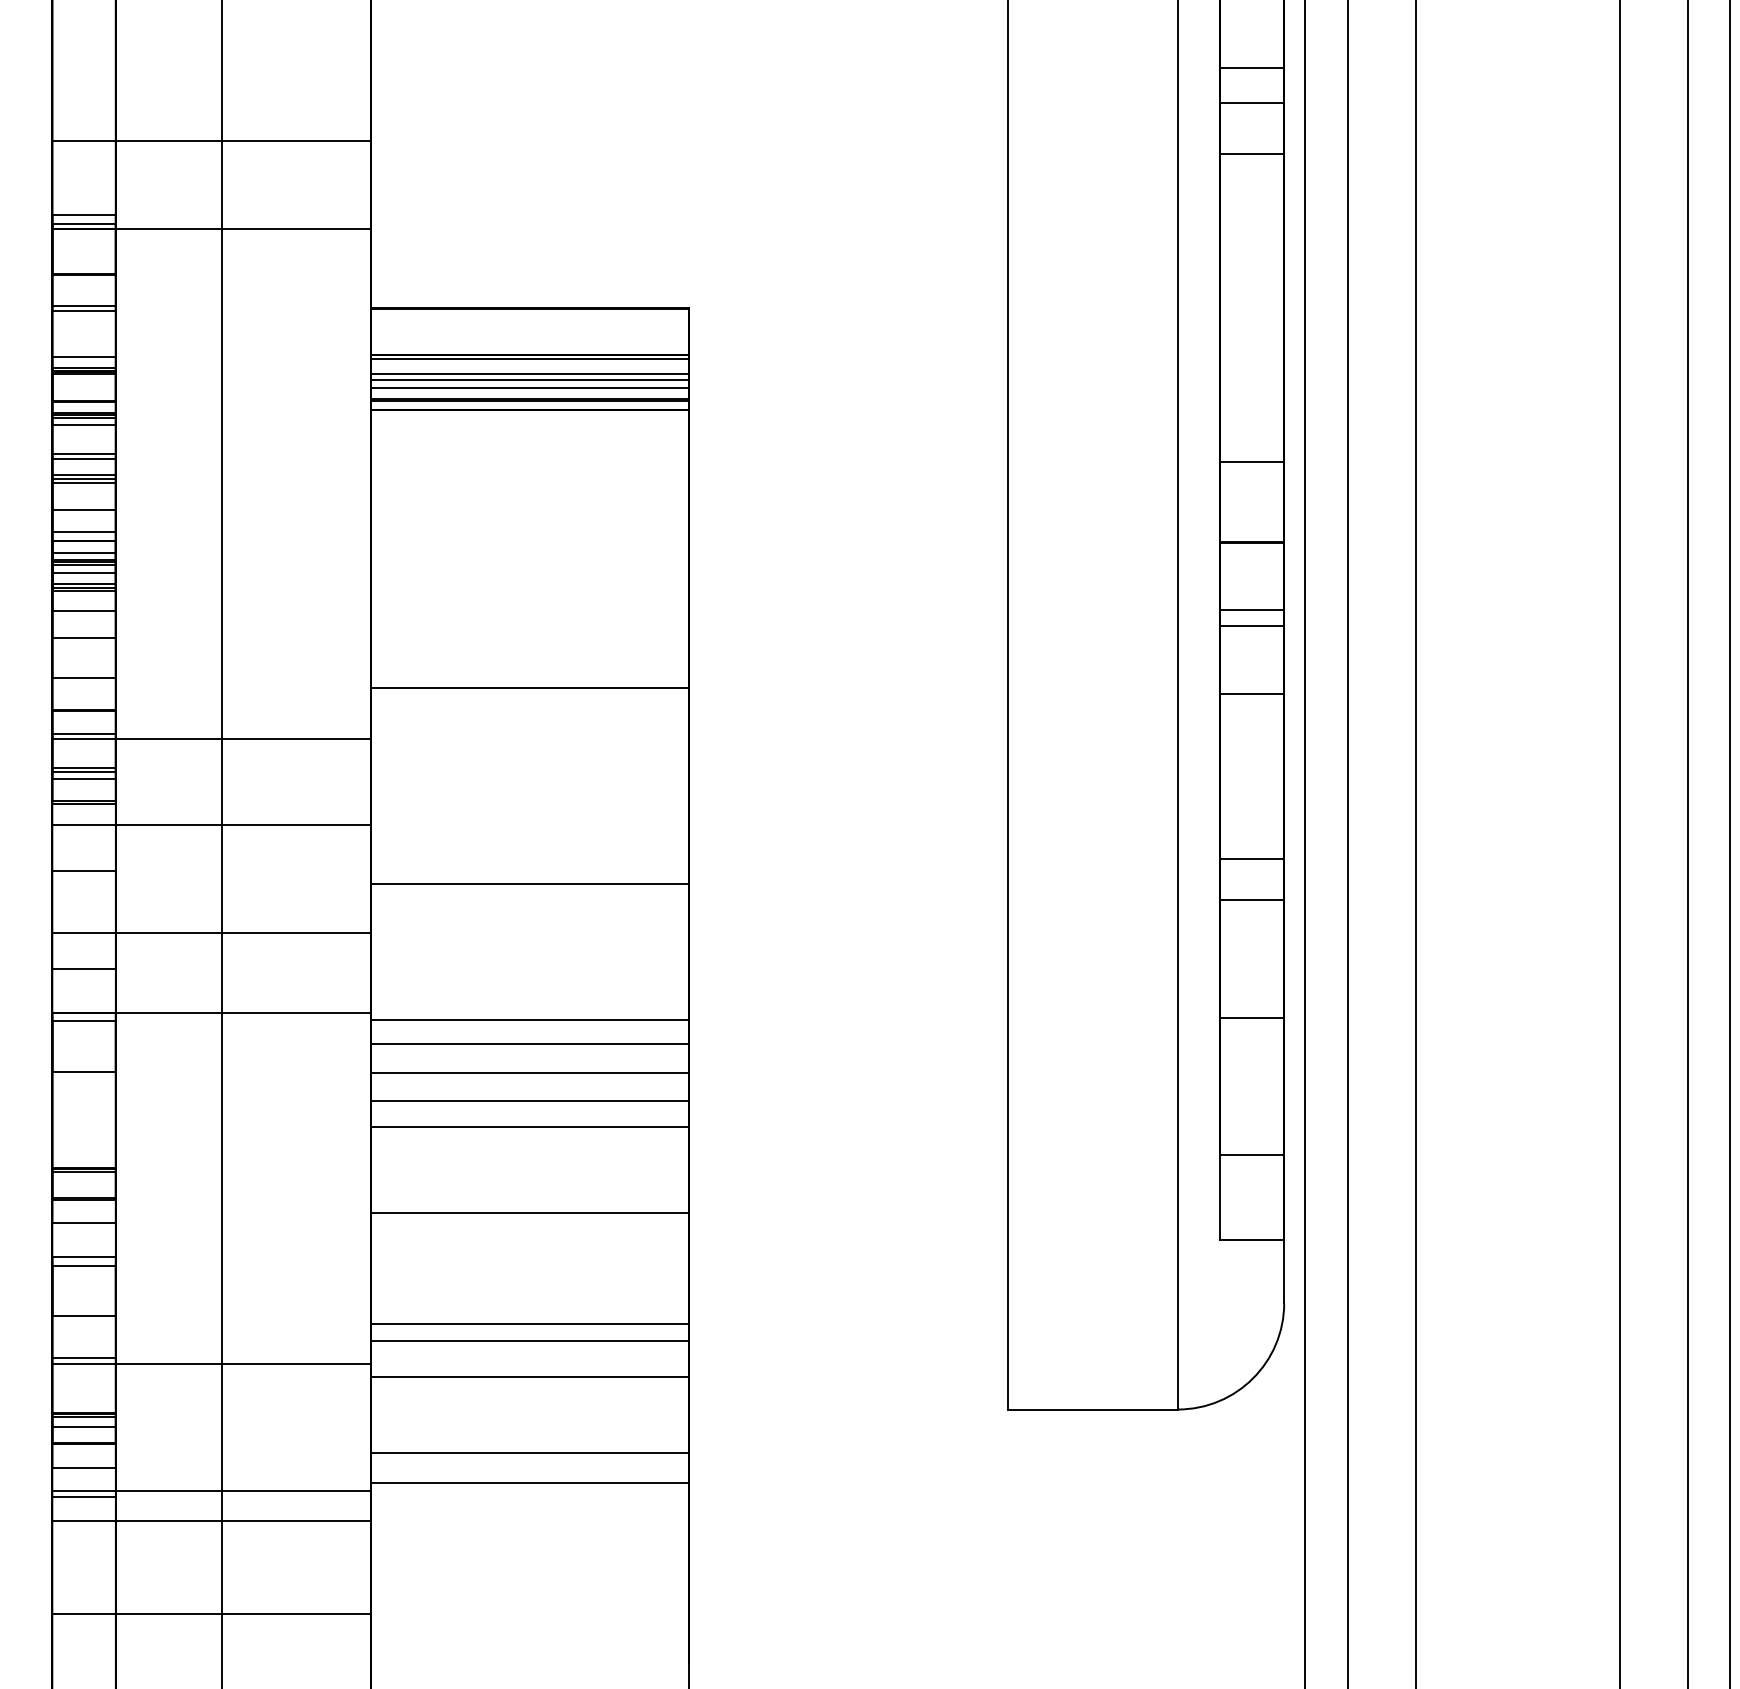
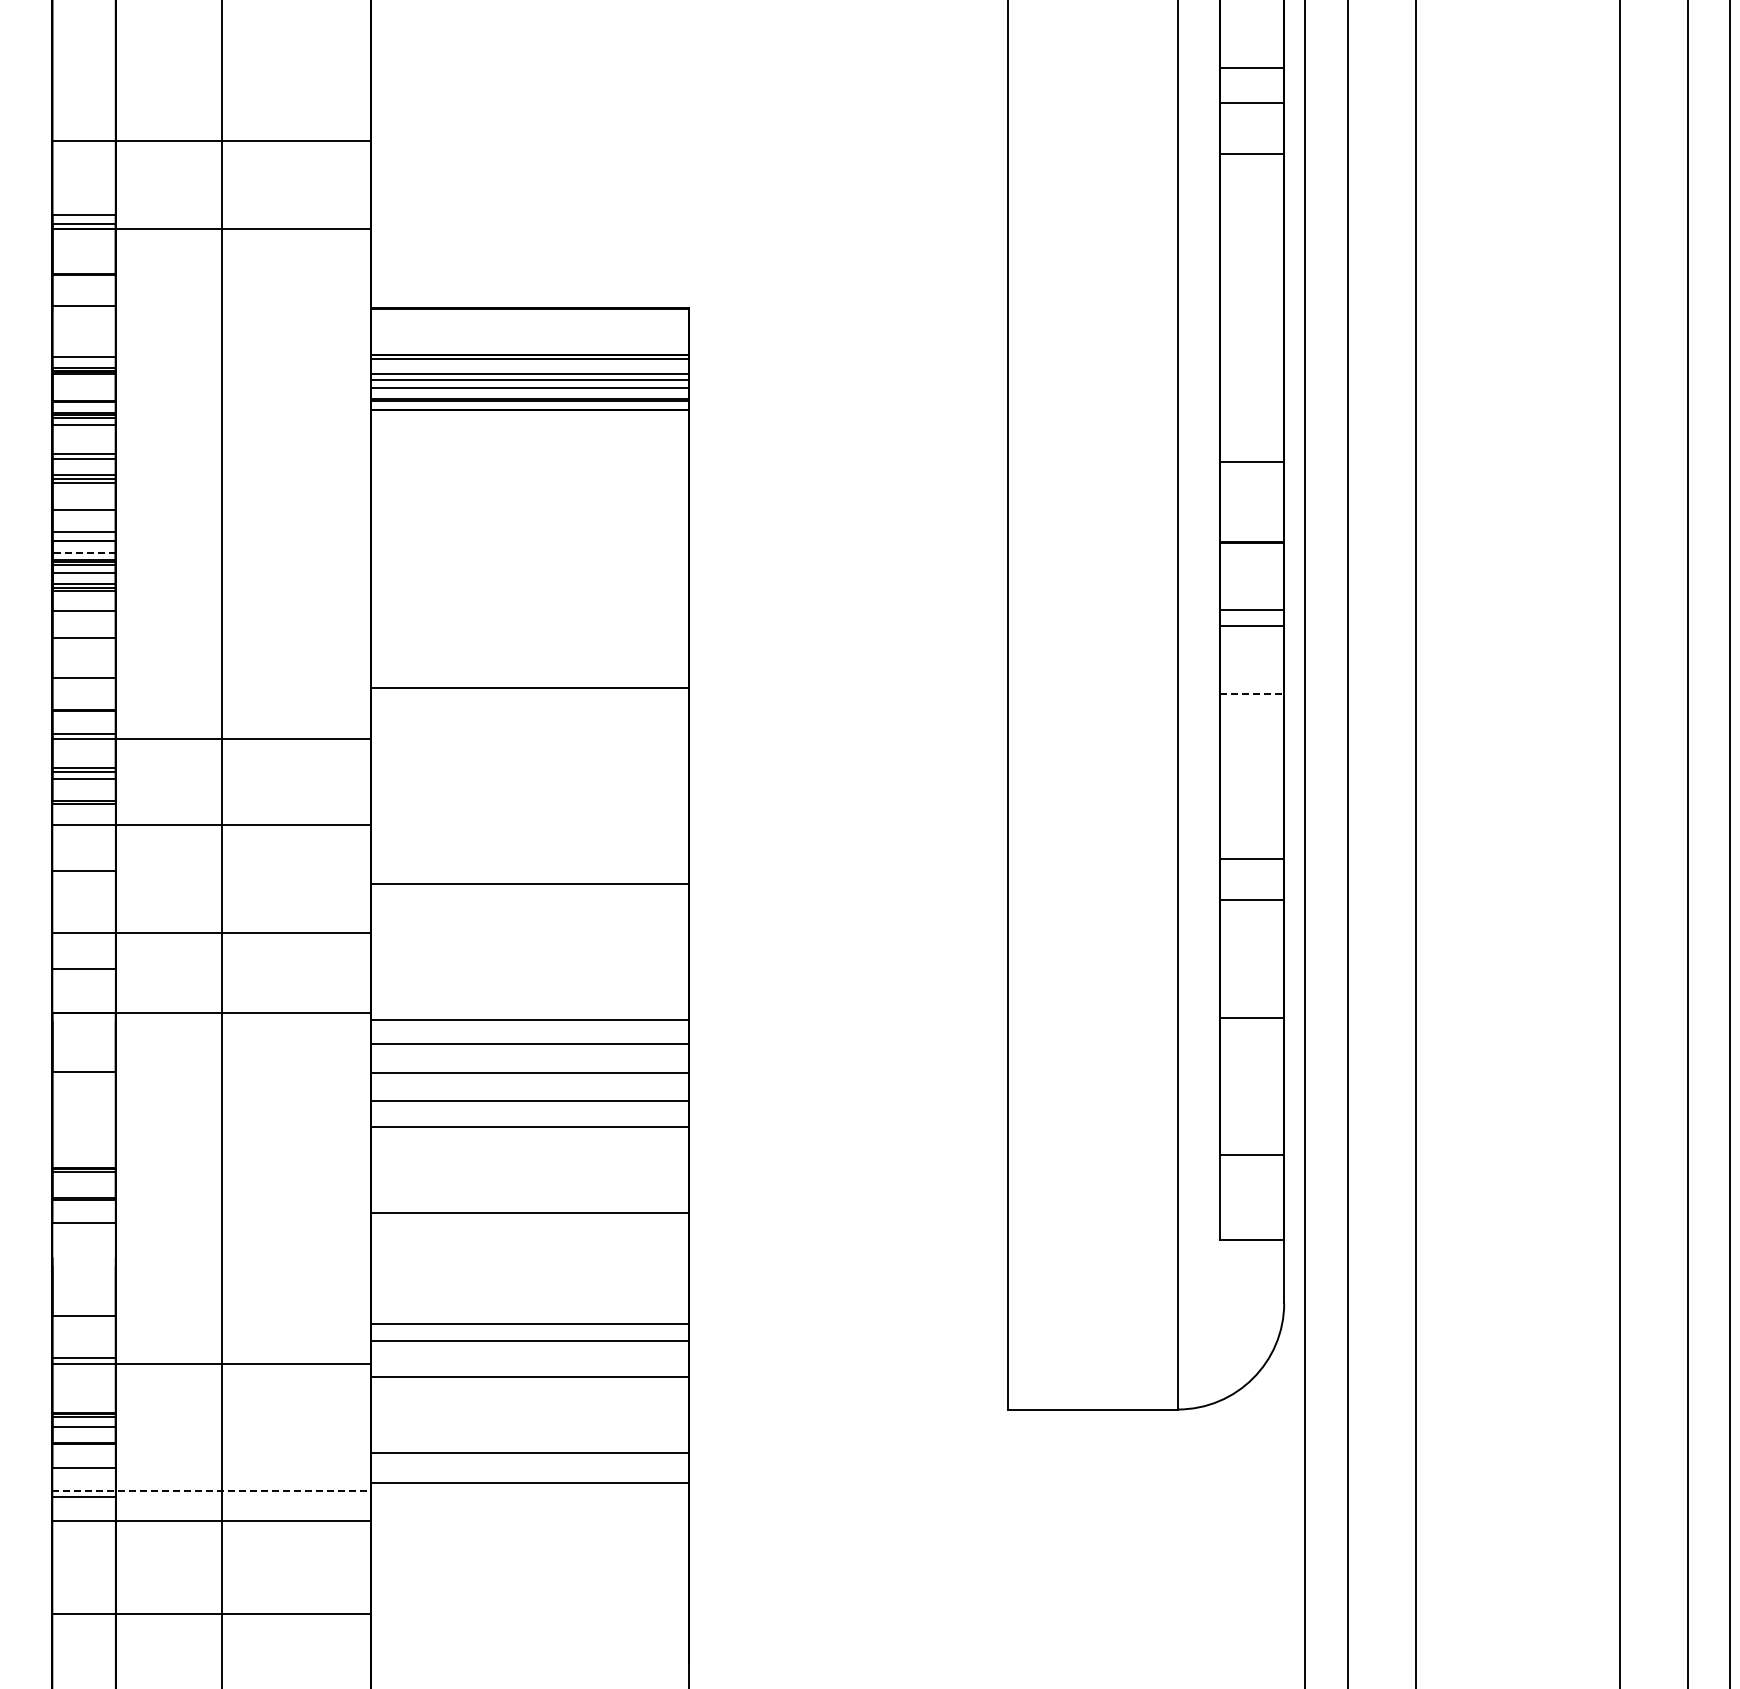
line at (83, 311): present -> none
line at (84, 553): solid -> dashed
line at (1252, 694): solid -> dashed
line at (83, 1021): present -> none
line at (83, 1257): present -> none
line at (83, 1265): present -> none
line at (212, 1491): solid -> dashed
